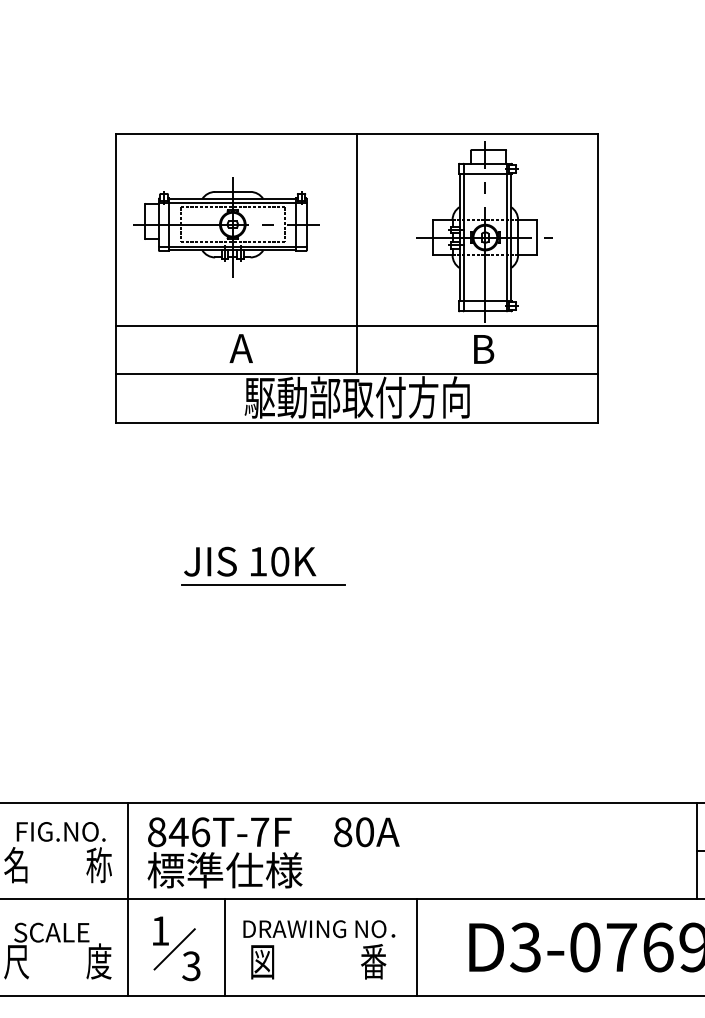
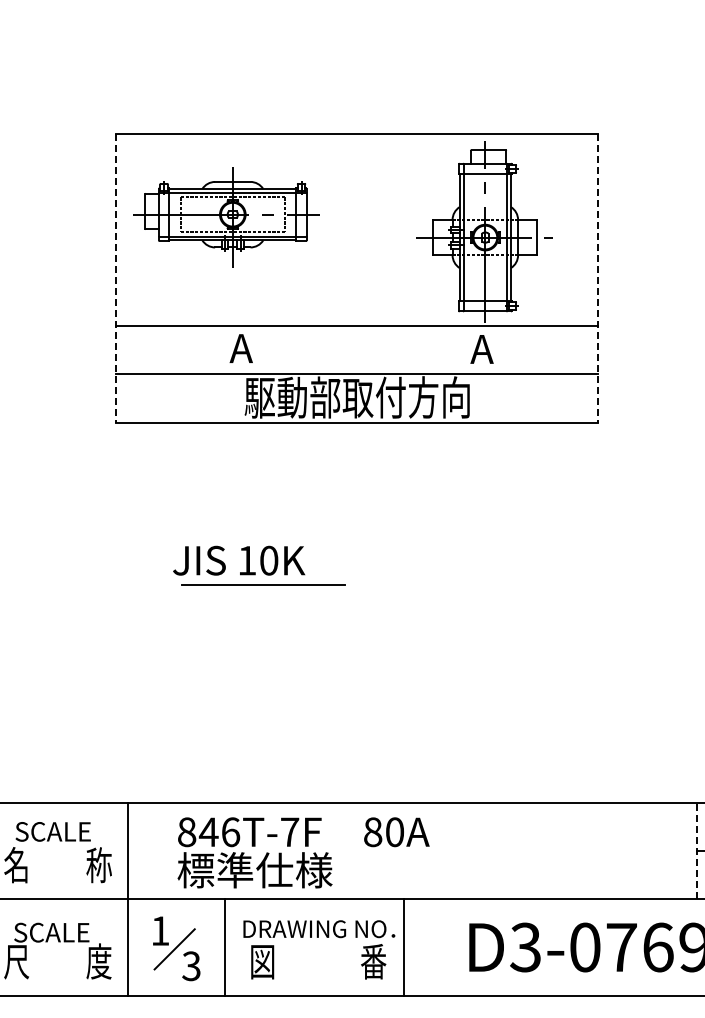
part at (226, 227) position: (226, 227) -> (226, 217)
line at (356, 253): present -> none
line at (115, 278): solid -> dashed
line at (597, 278): solid -> dashed
text at (482, 349): B -> A
text at (250, 561) position: (250, 561) -> (239, 560)
text at (60, 831): FIG.NO. -> SCALE
line at (696, 850): solid -> dashed
text at (273, 852) position: (273, 852) -> (303, 852)
line at (417, 947) position: (417, 947) -> (404, 947)
